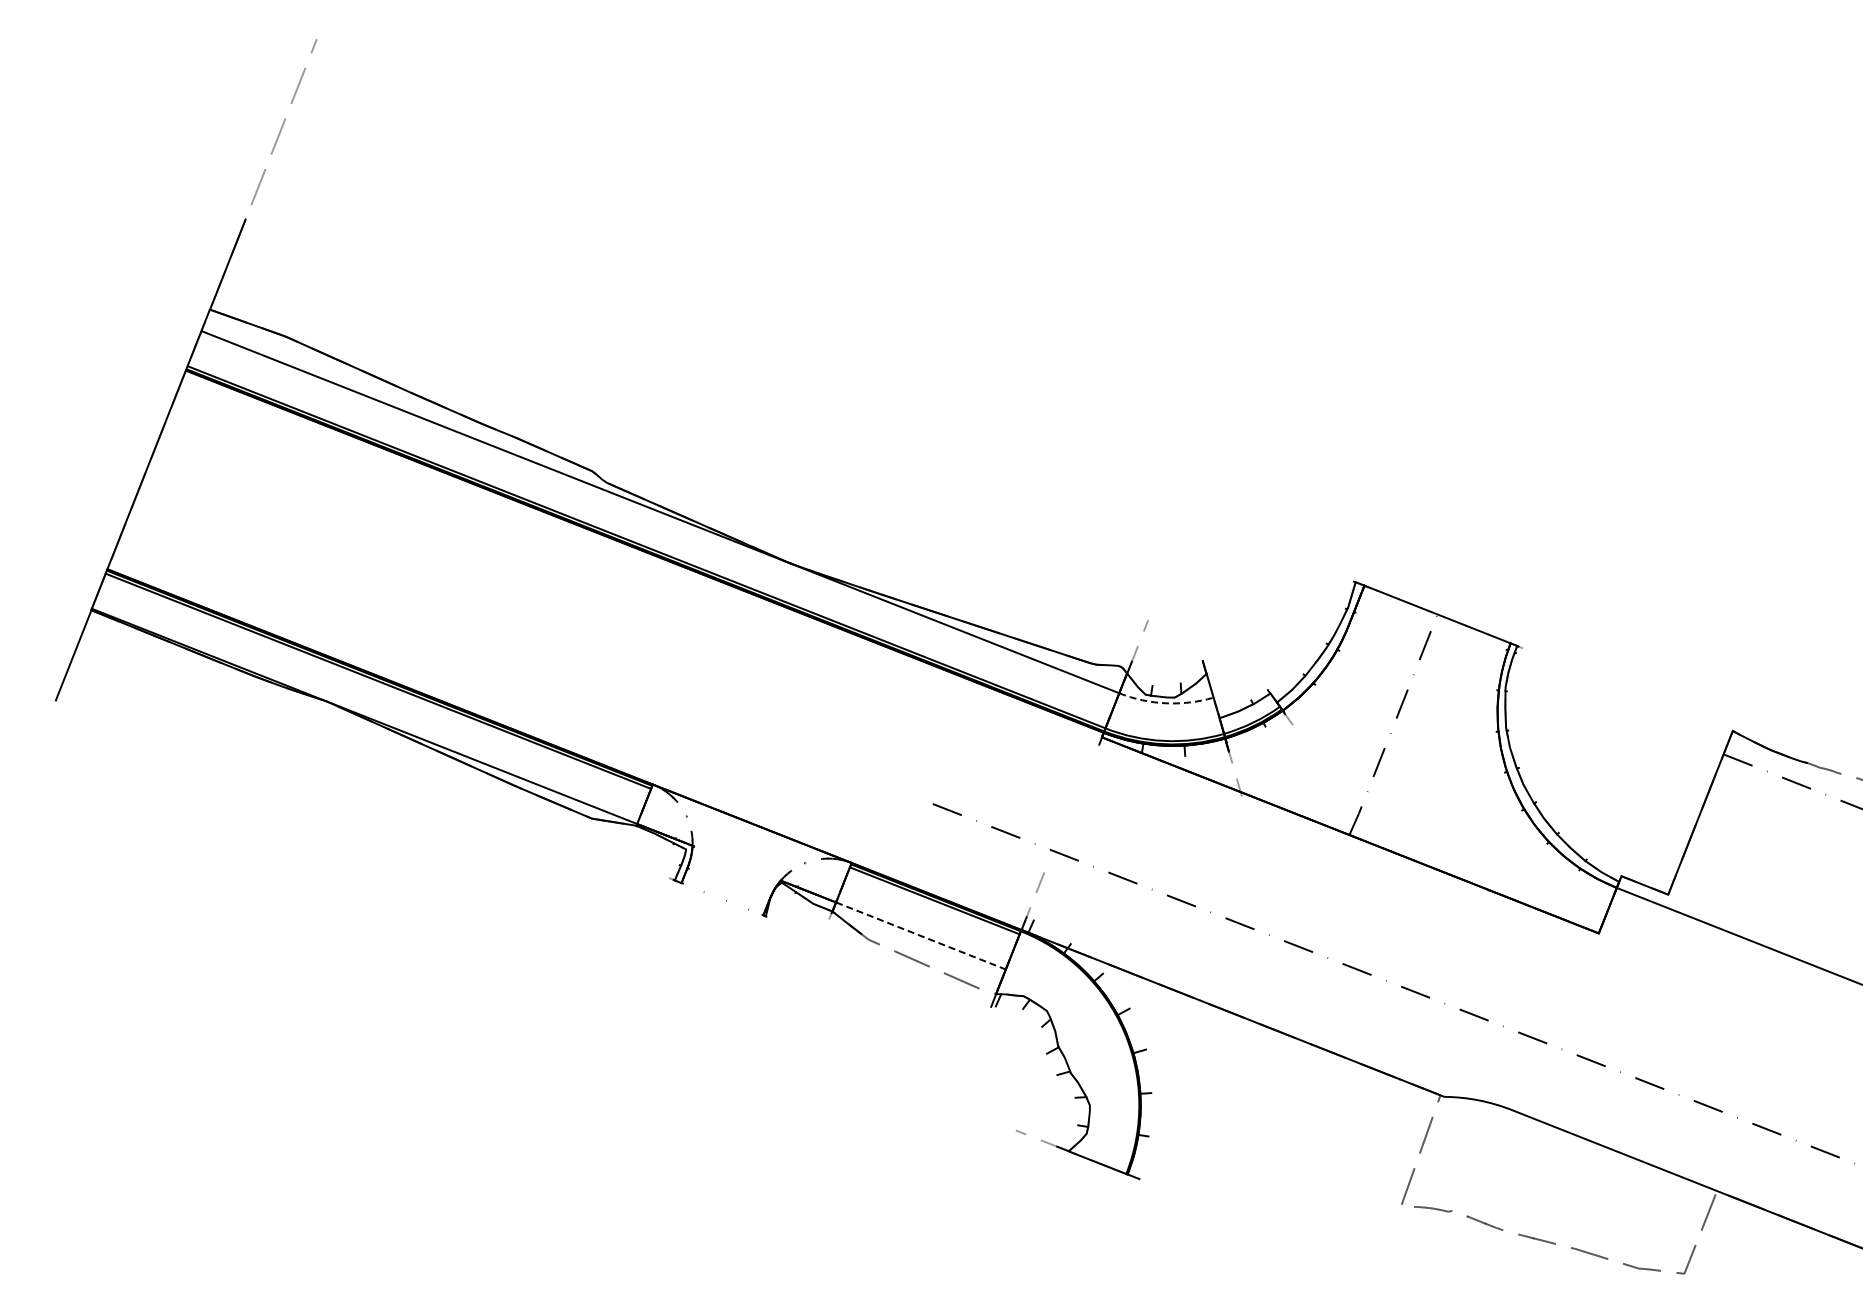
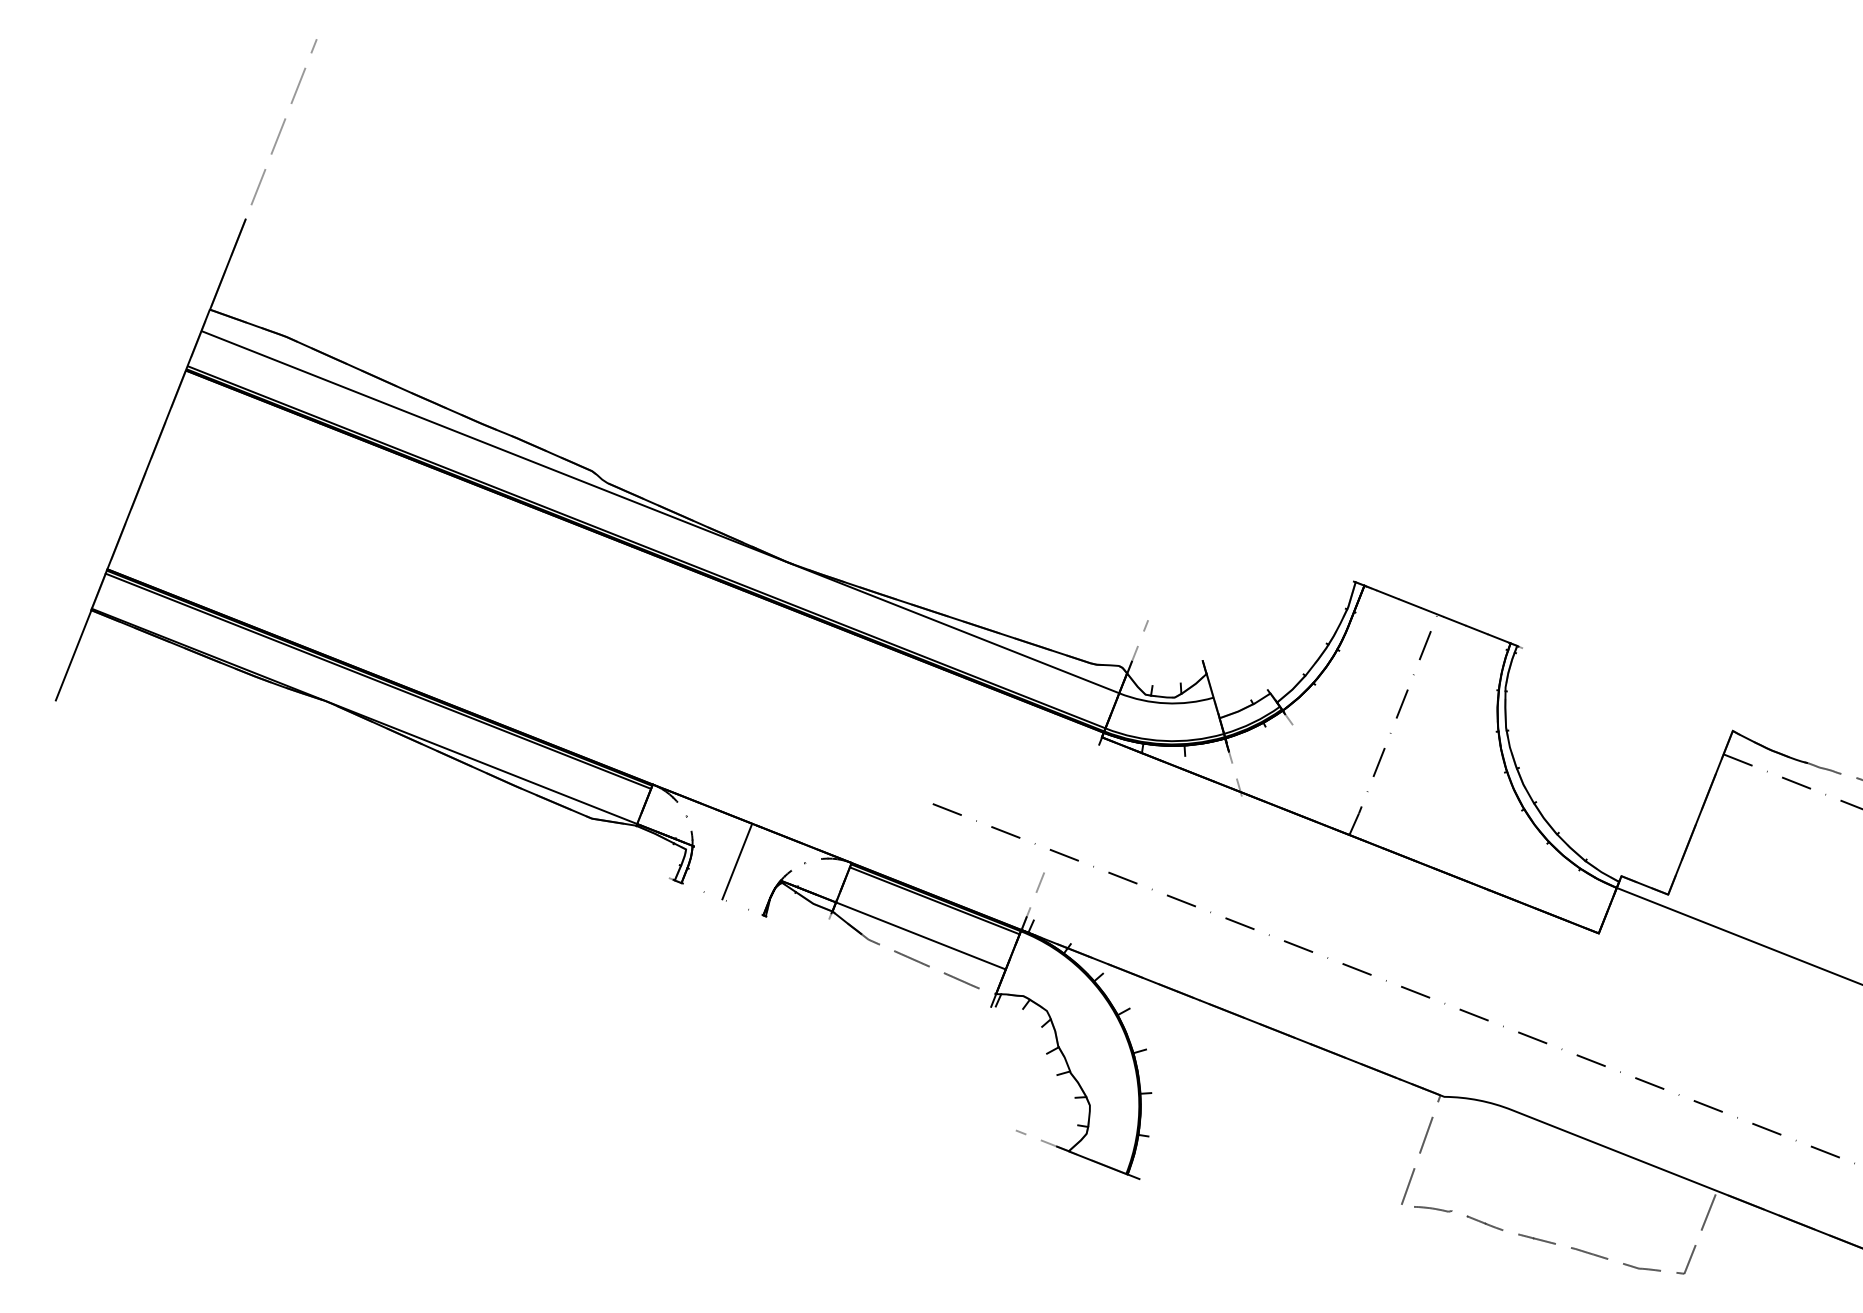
line at (1166, 703): dashed -> solid
line at (737, 861): none -> present
line at (921, 936): dashed -> solid
